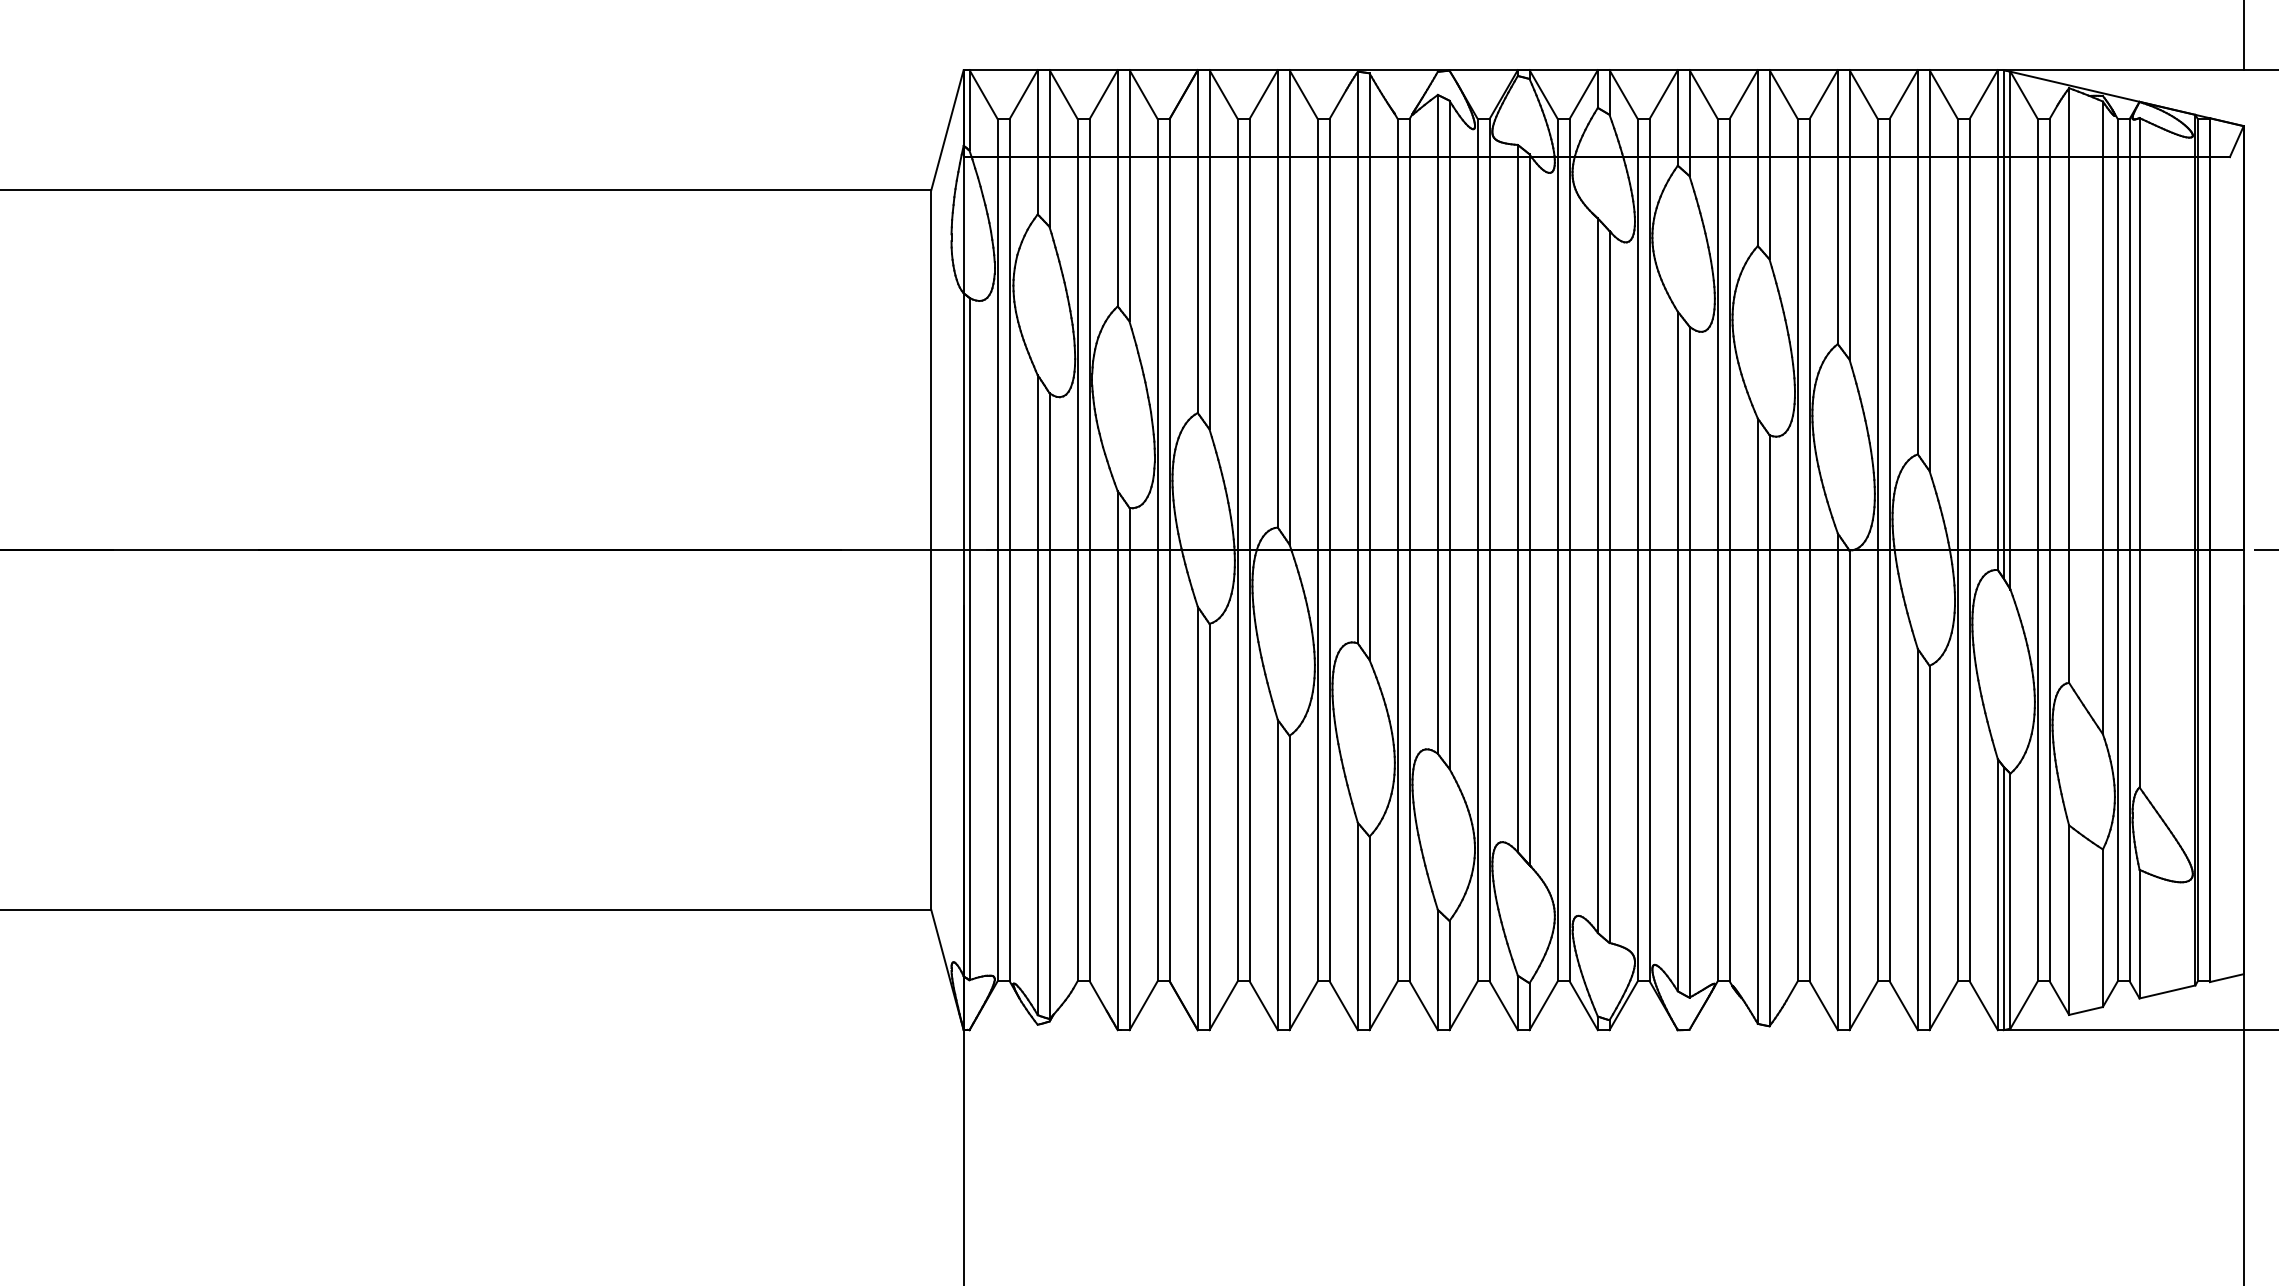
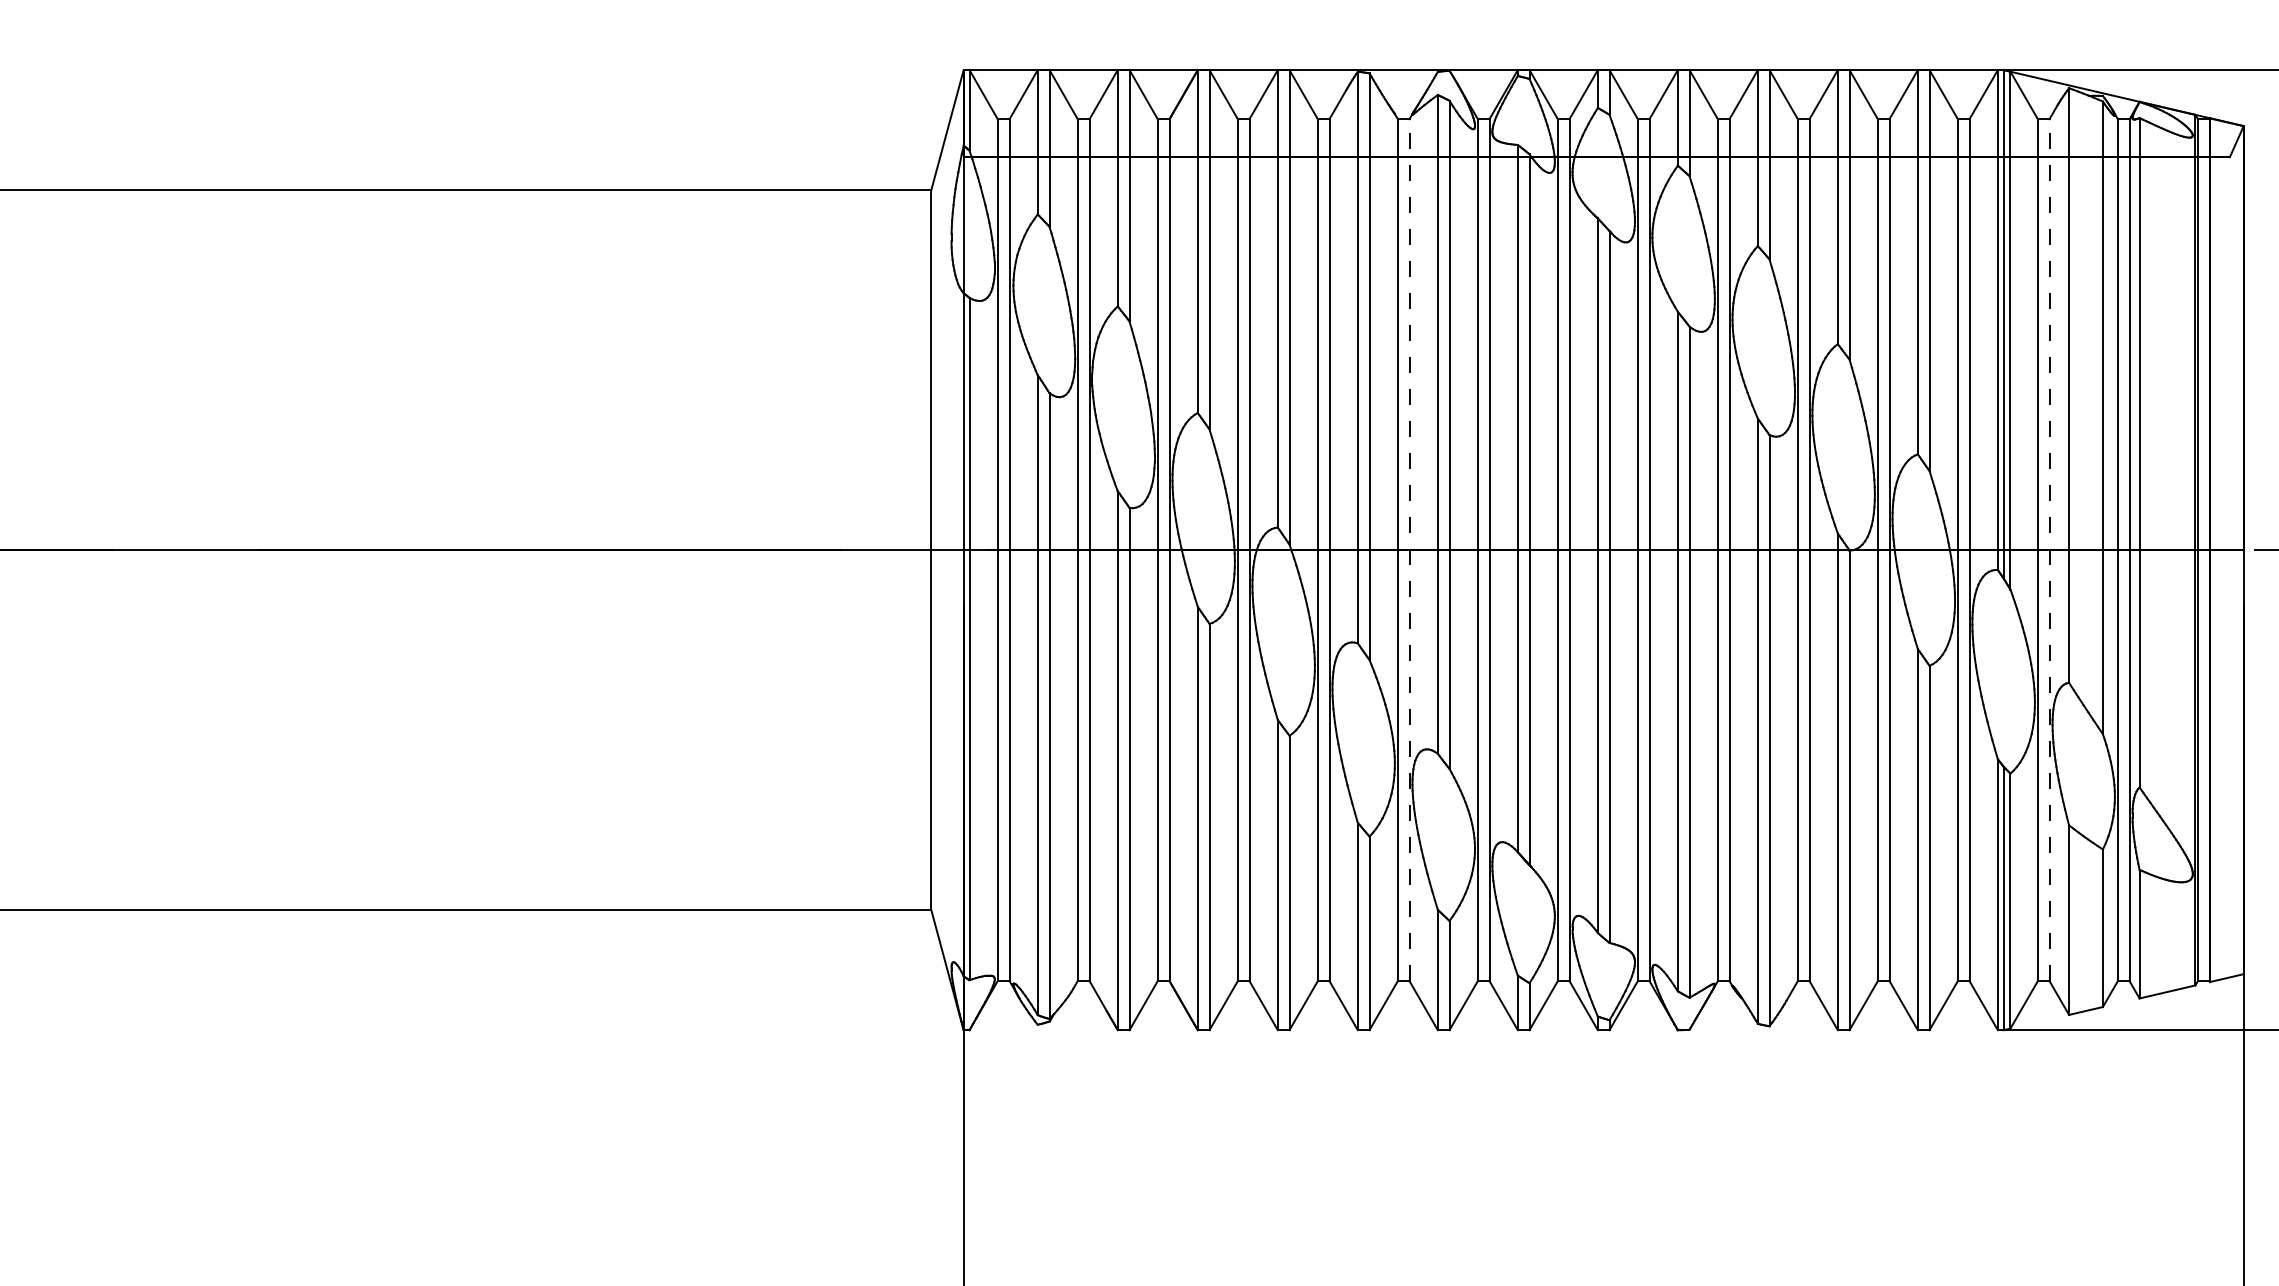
line at (2243, 36): present -> none
line at (1409, 550): solid -> dashed
line at (2049, 550): solid -> dashed
